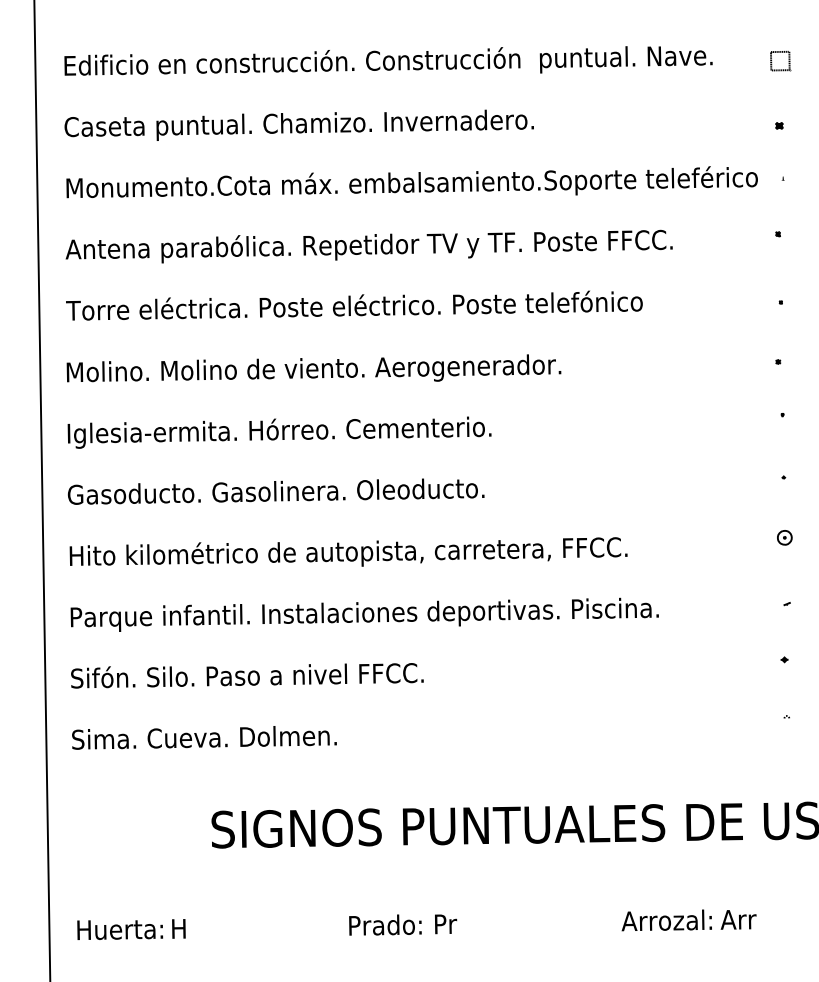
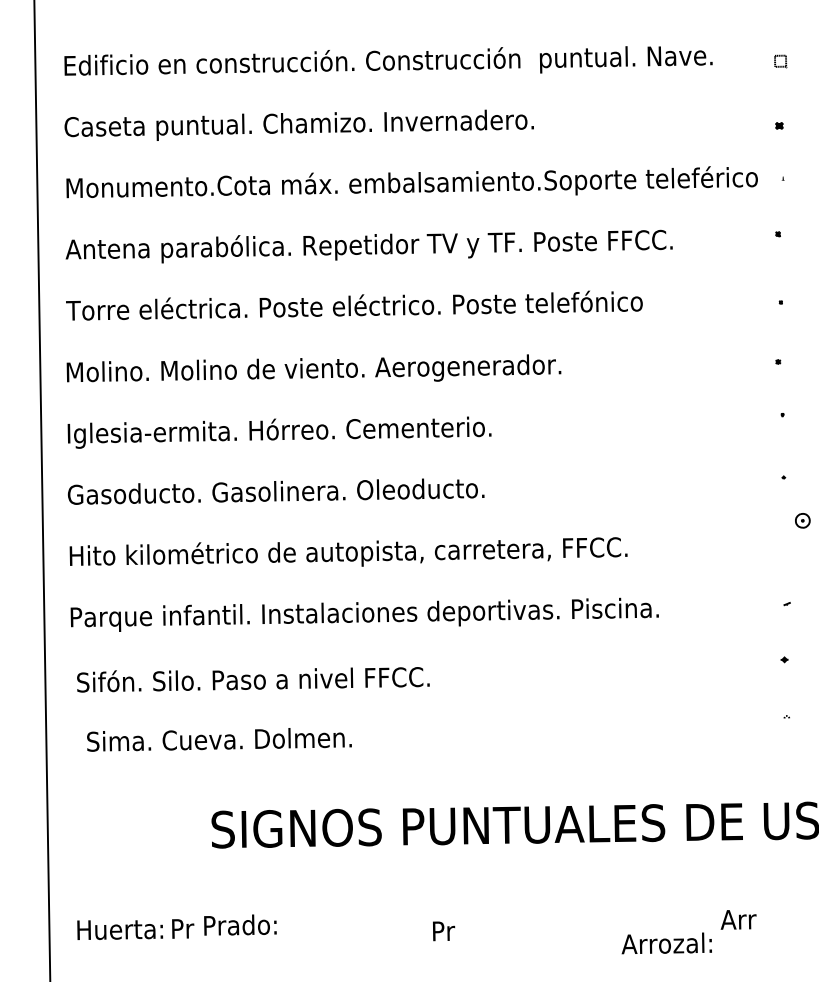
part at (780, 61) size: 22x21 px -> 14x15 px
part at (784, 537) position: (784, 537) -> (802, 520)
text at (247, 675) position: (247, 675) -> (253, 679)
text at (204, 737) position: (204, 737) -> (219, 739)
text at (666, 920) position: (666, 920) -> (666, 943)
text at (385, 924) position: (385, 924) -> (240, 924)
text at (446, 924) position: (446, 924) -> (444, 931)
text at (184, 928): H -> Pr
